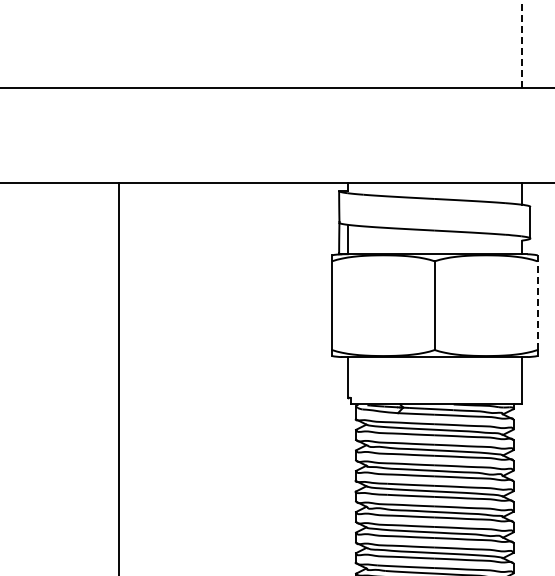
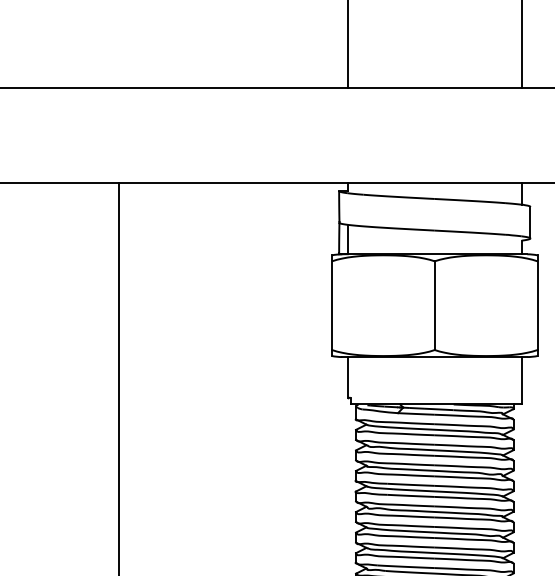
line at (521, 44): dashed -> solid
line at (347, 45): none -> present
line at (537, 302): dashed -> solid
